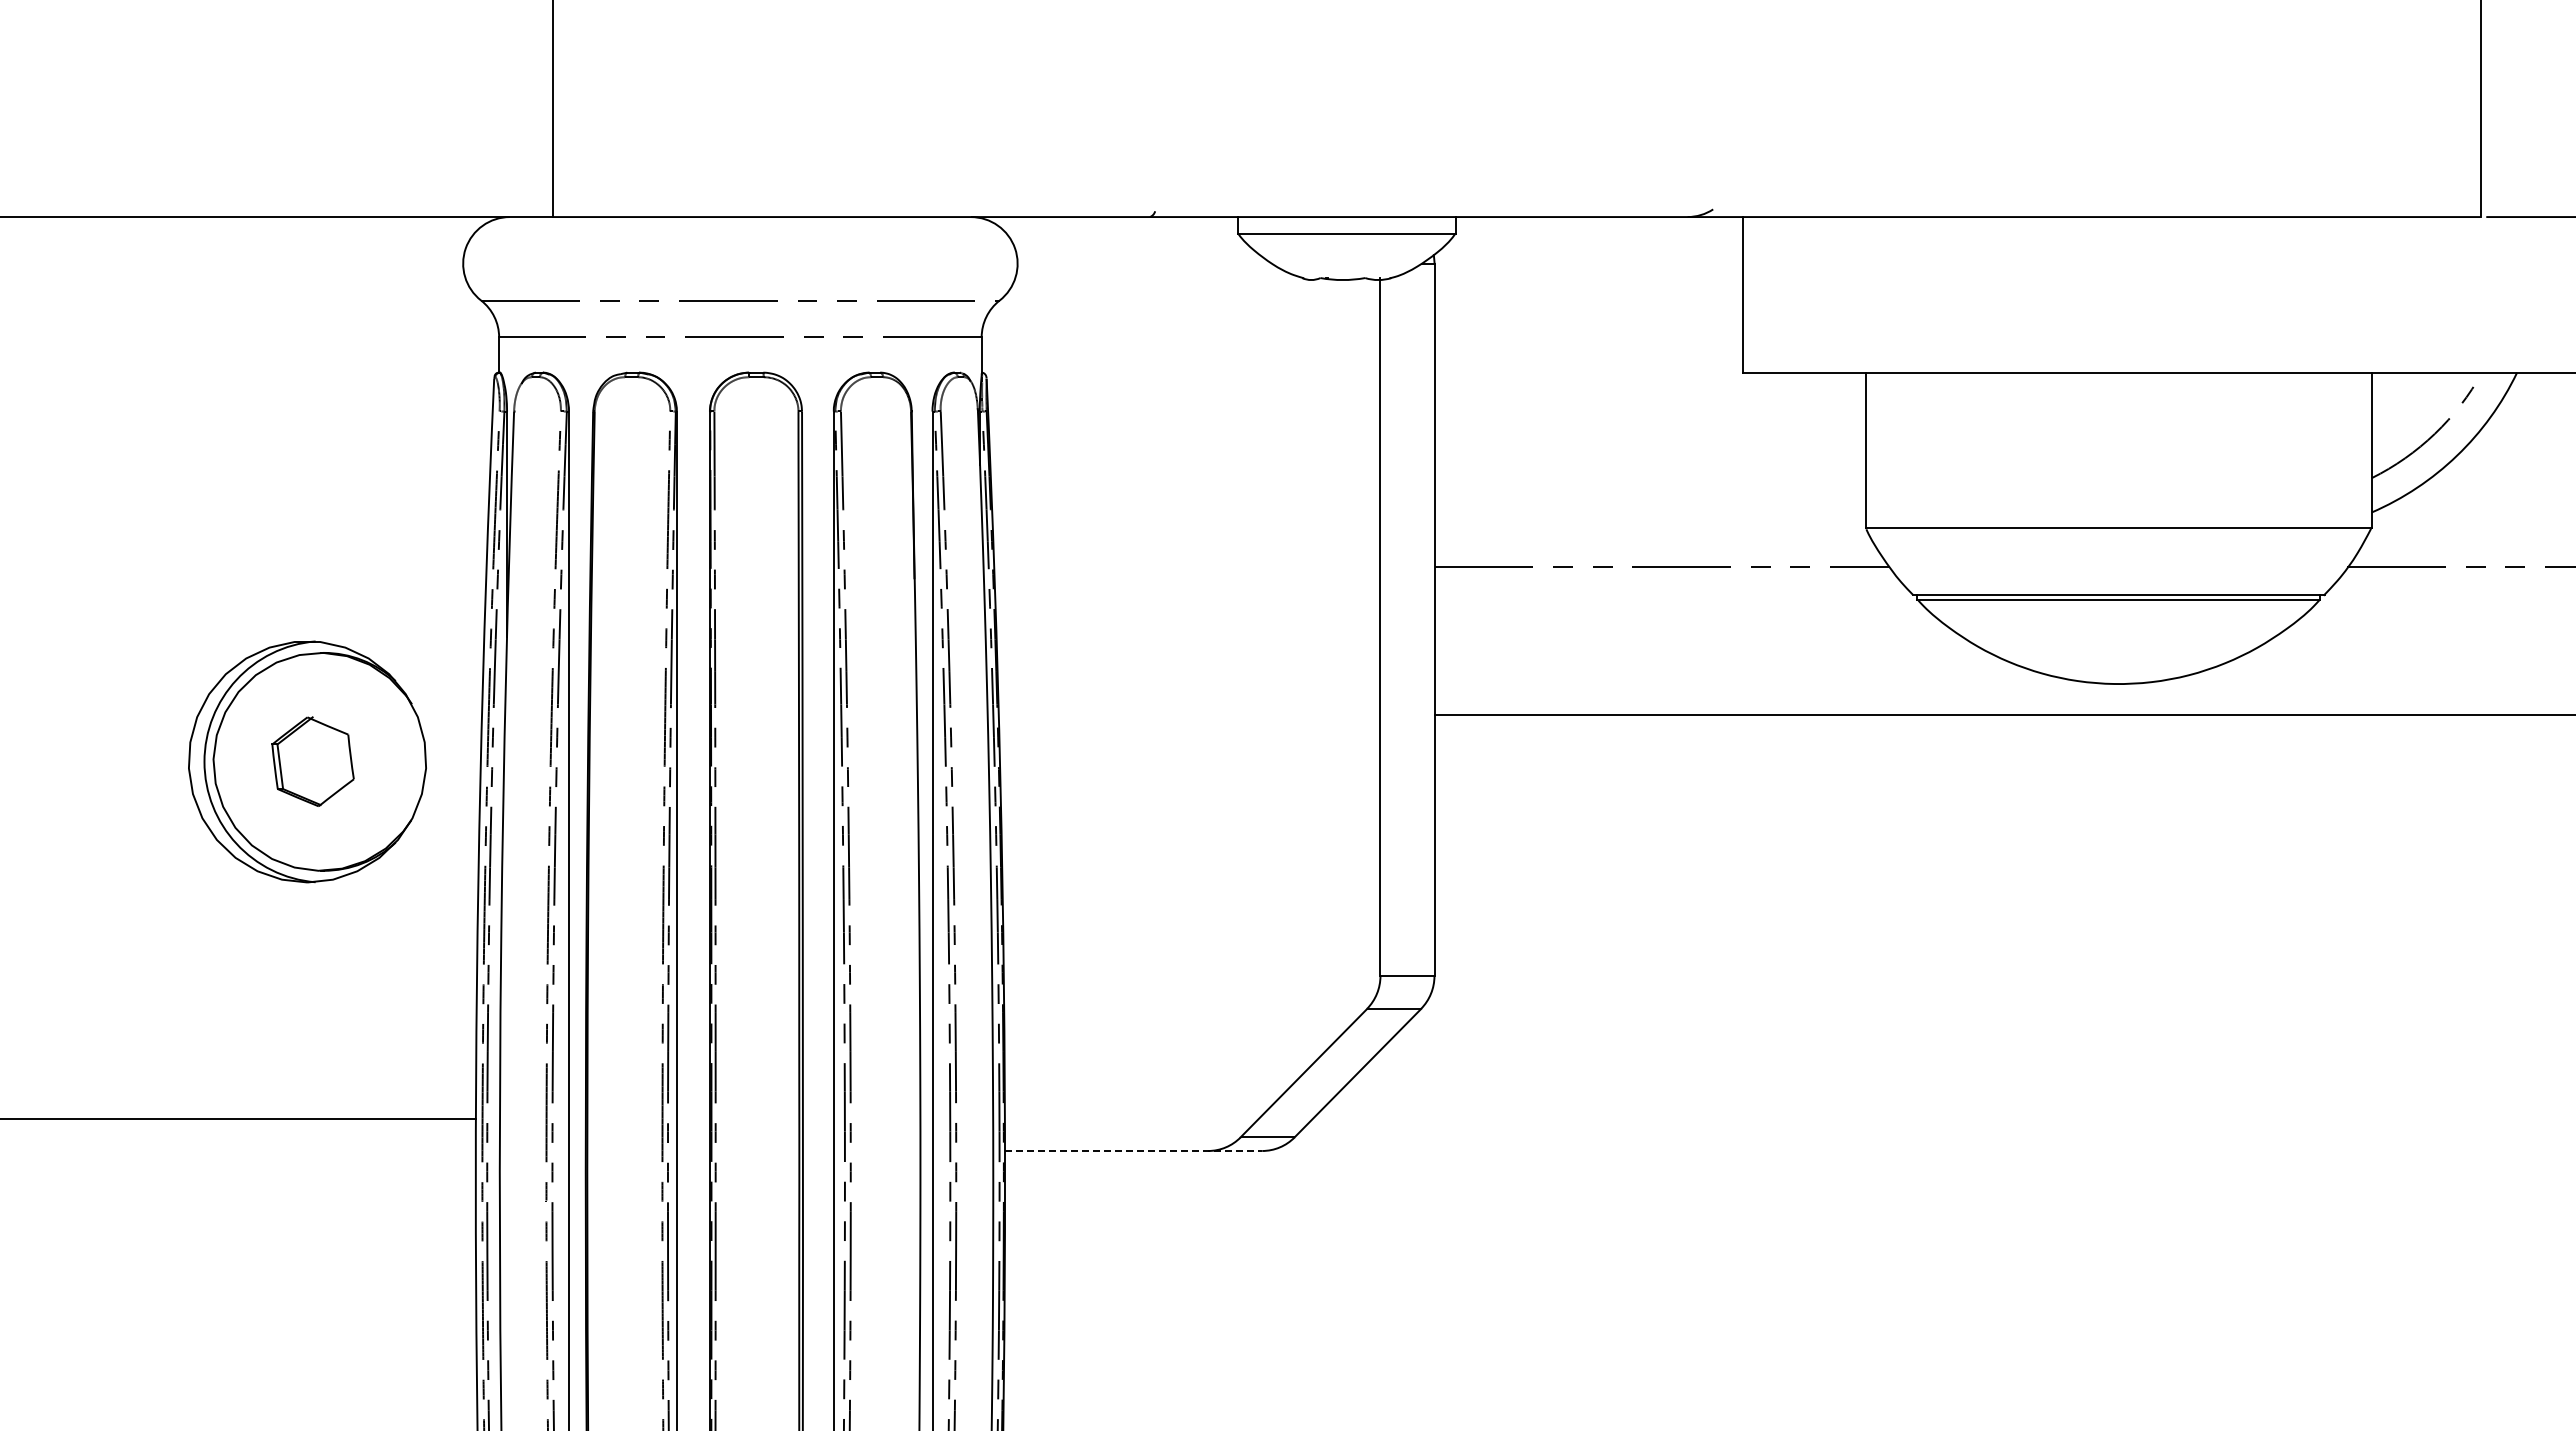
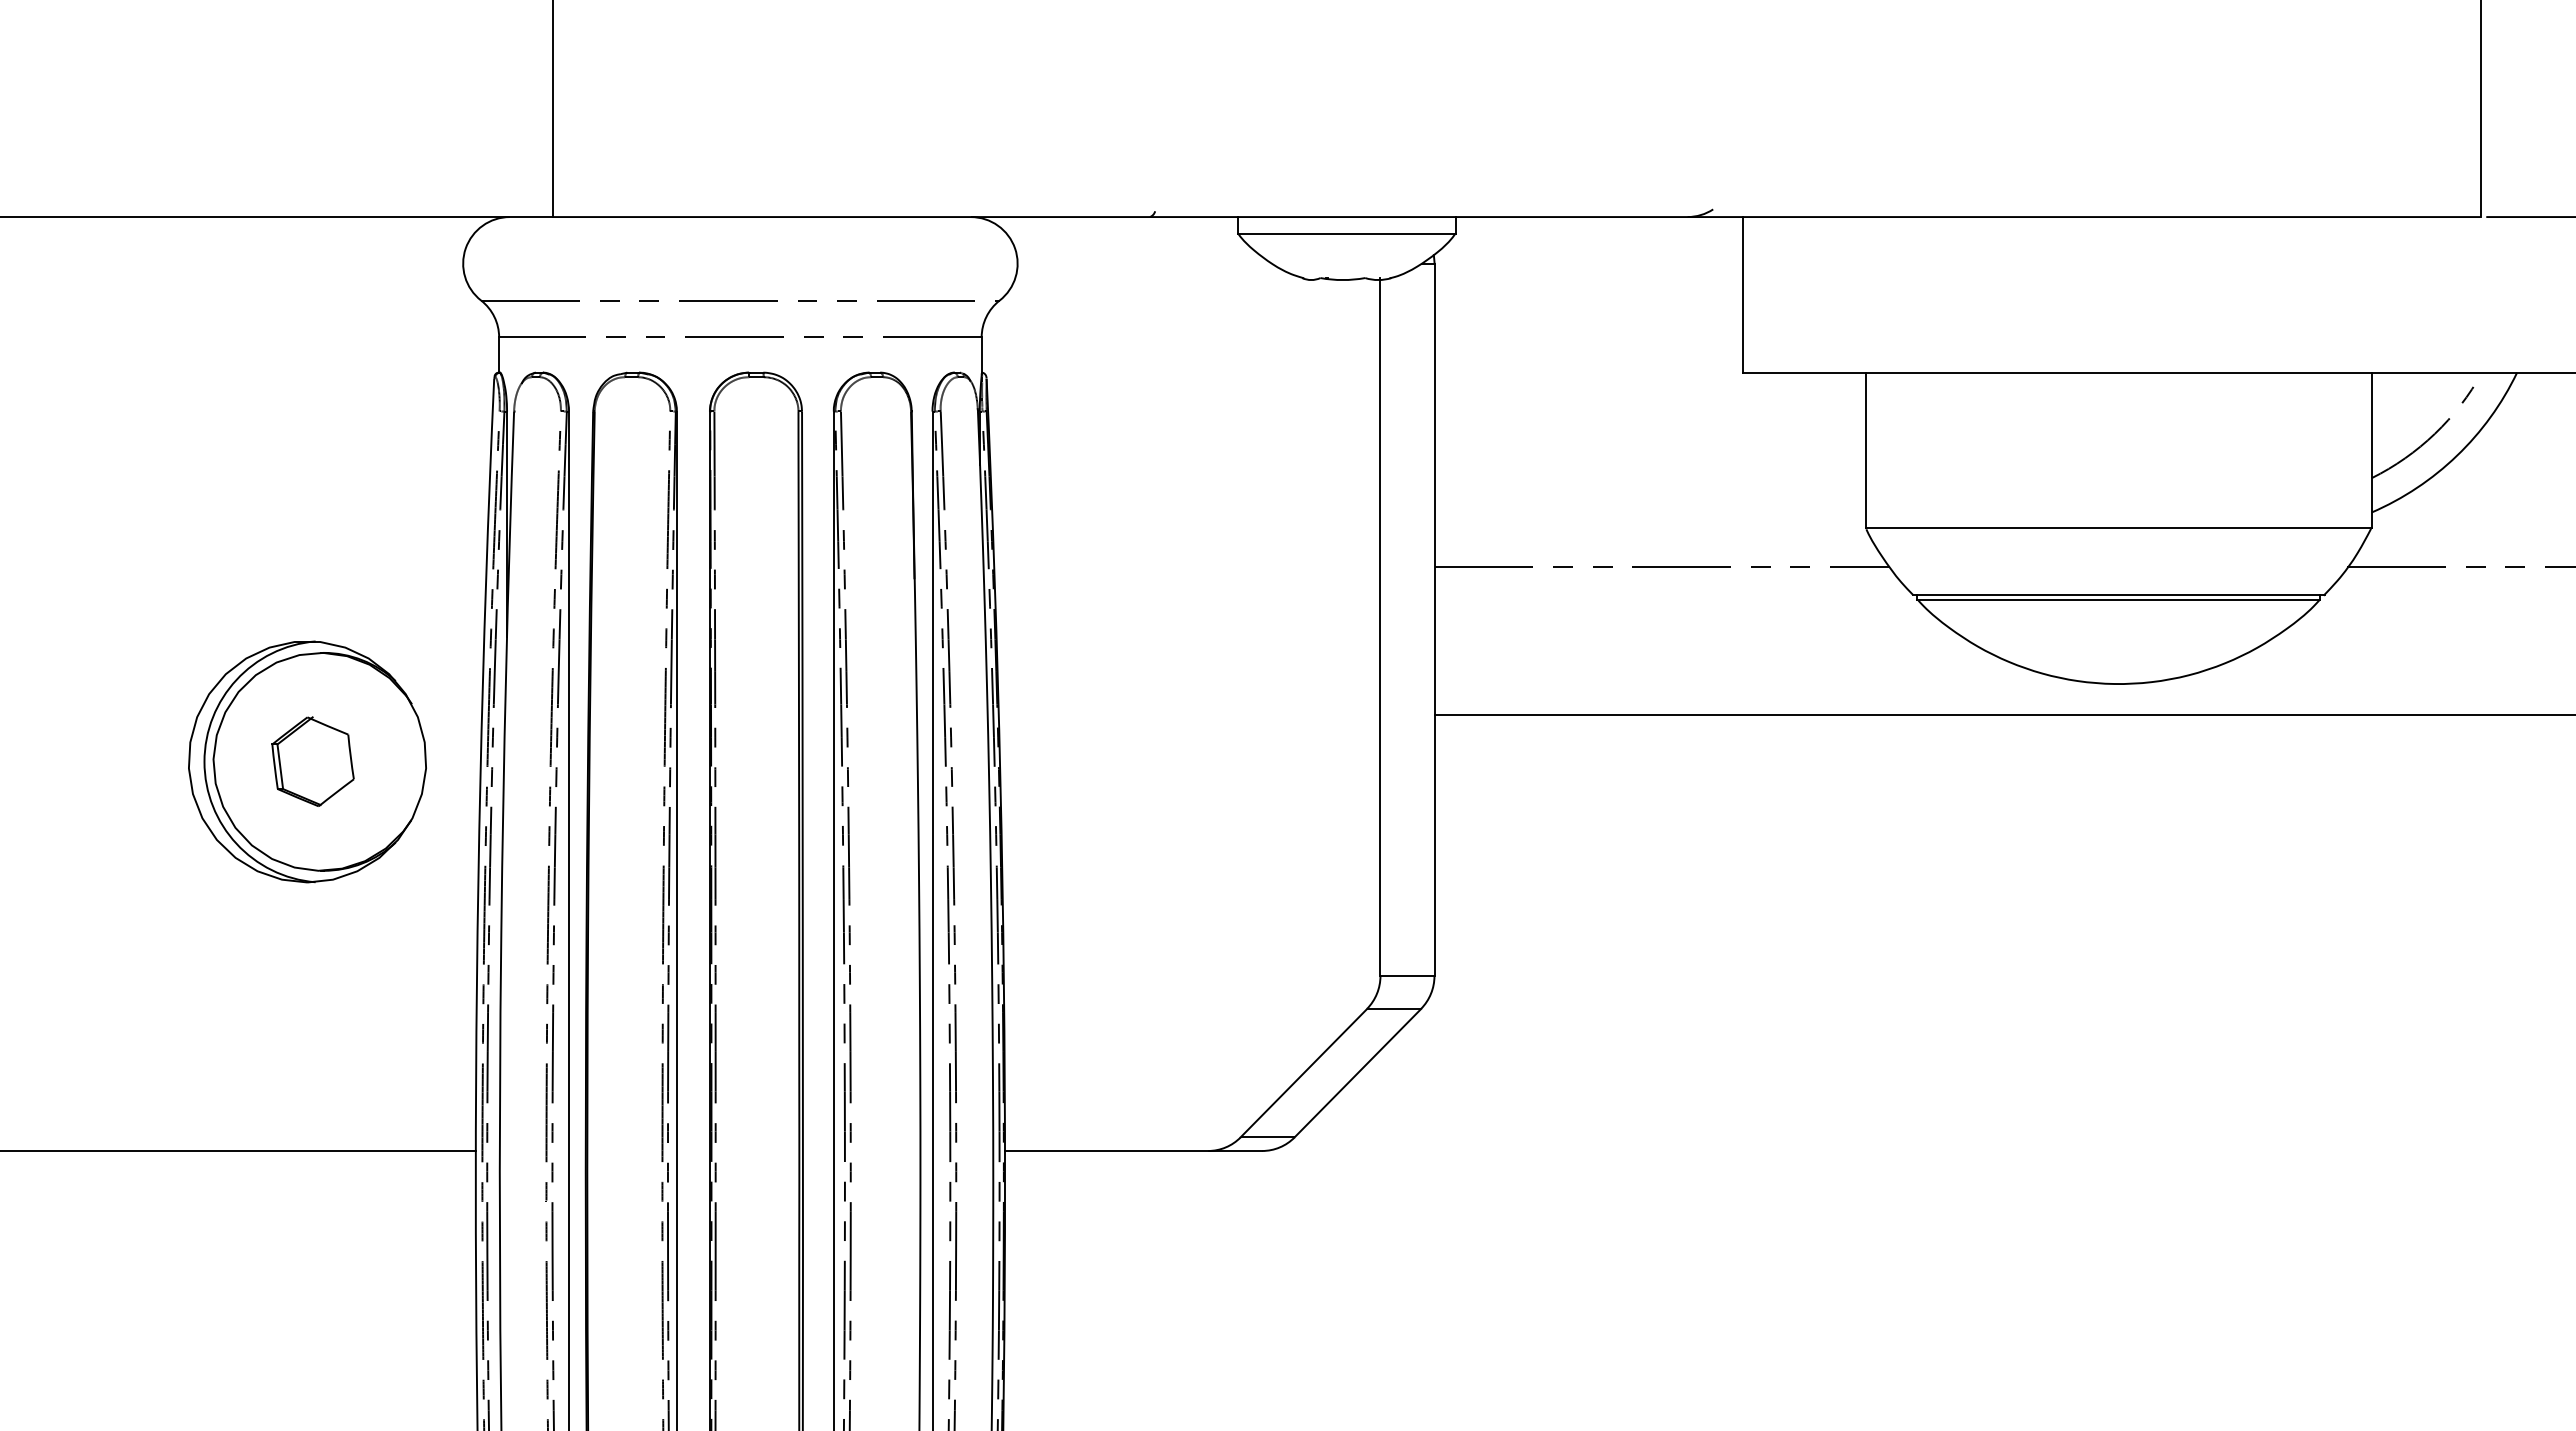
line at (238, 1119) position: (238, 1119) -> (238, 1151)
line at (1133, 1151): dashed -> solid
